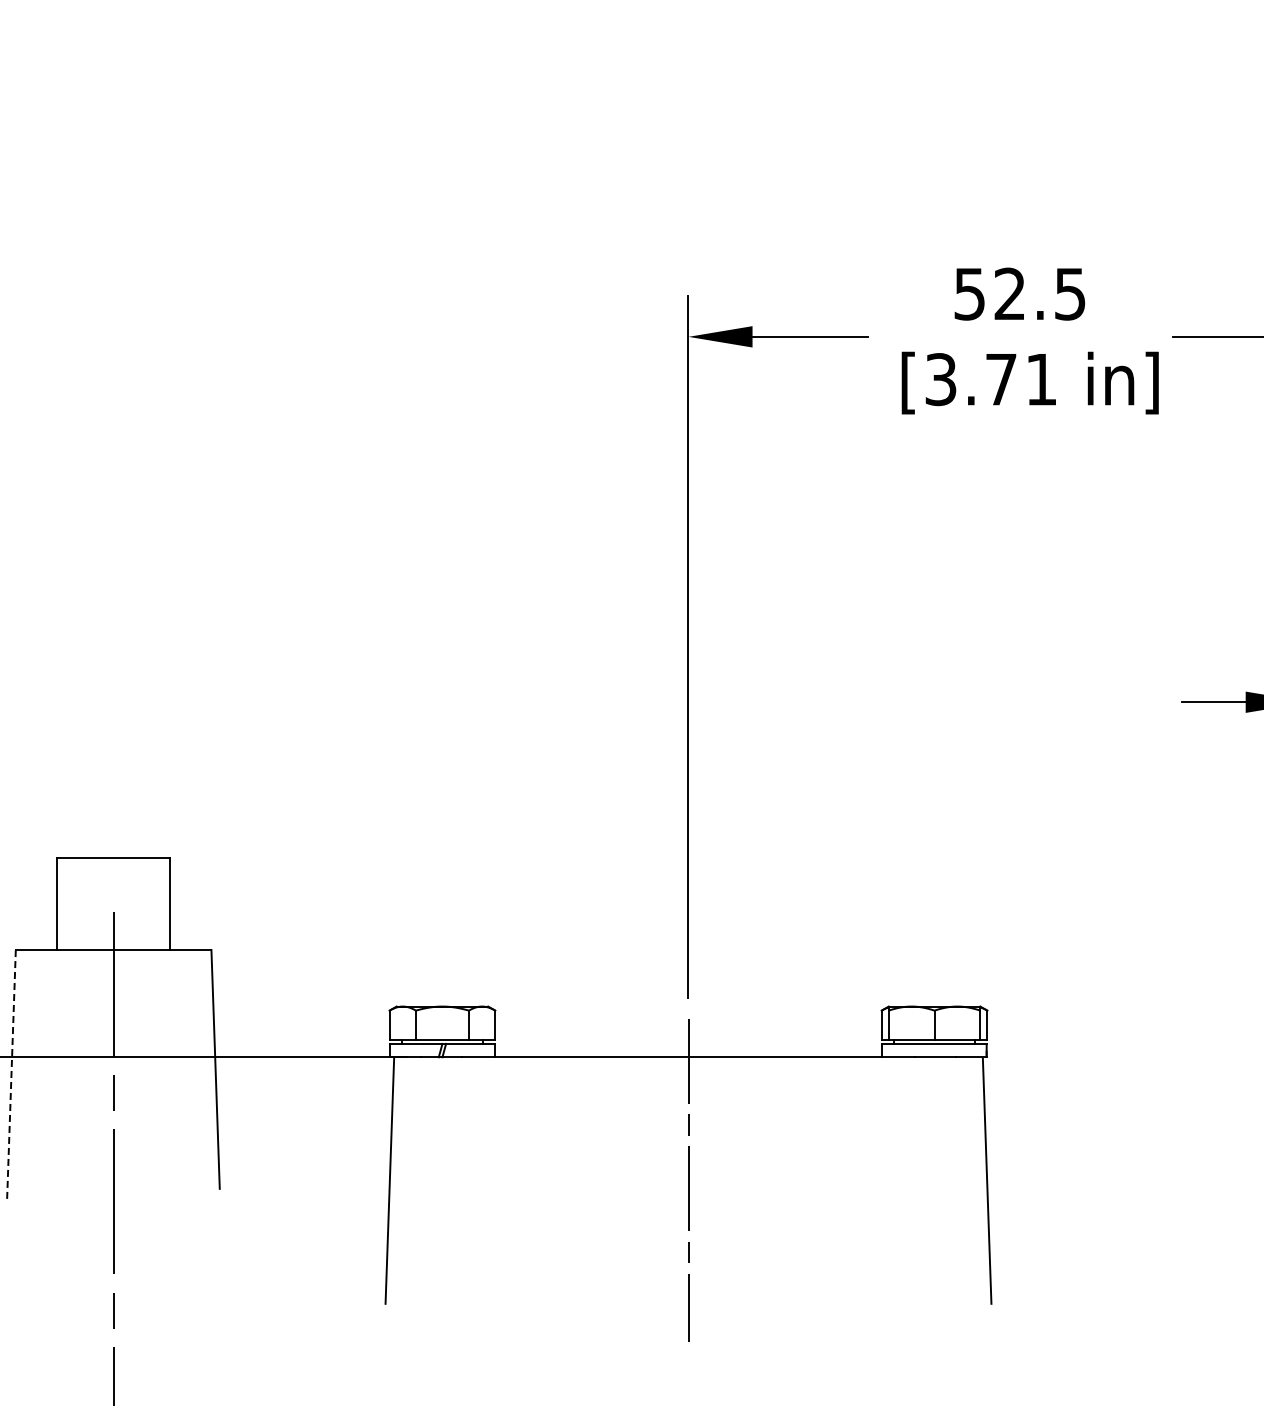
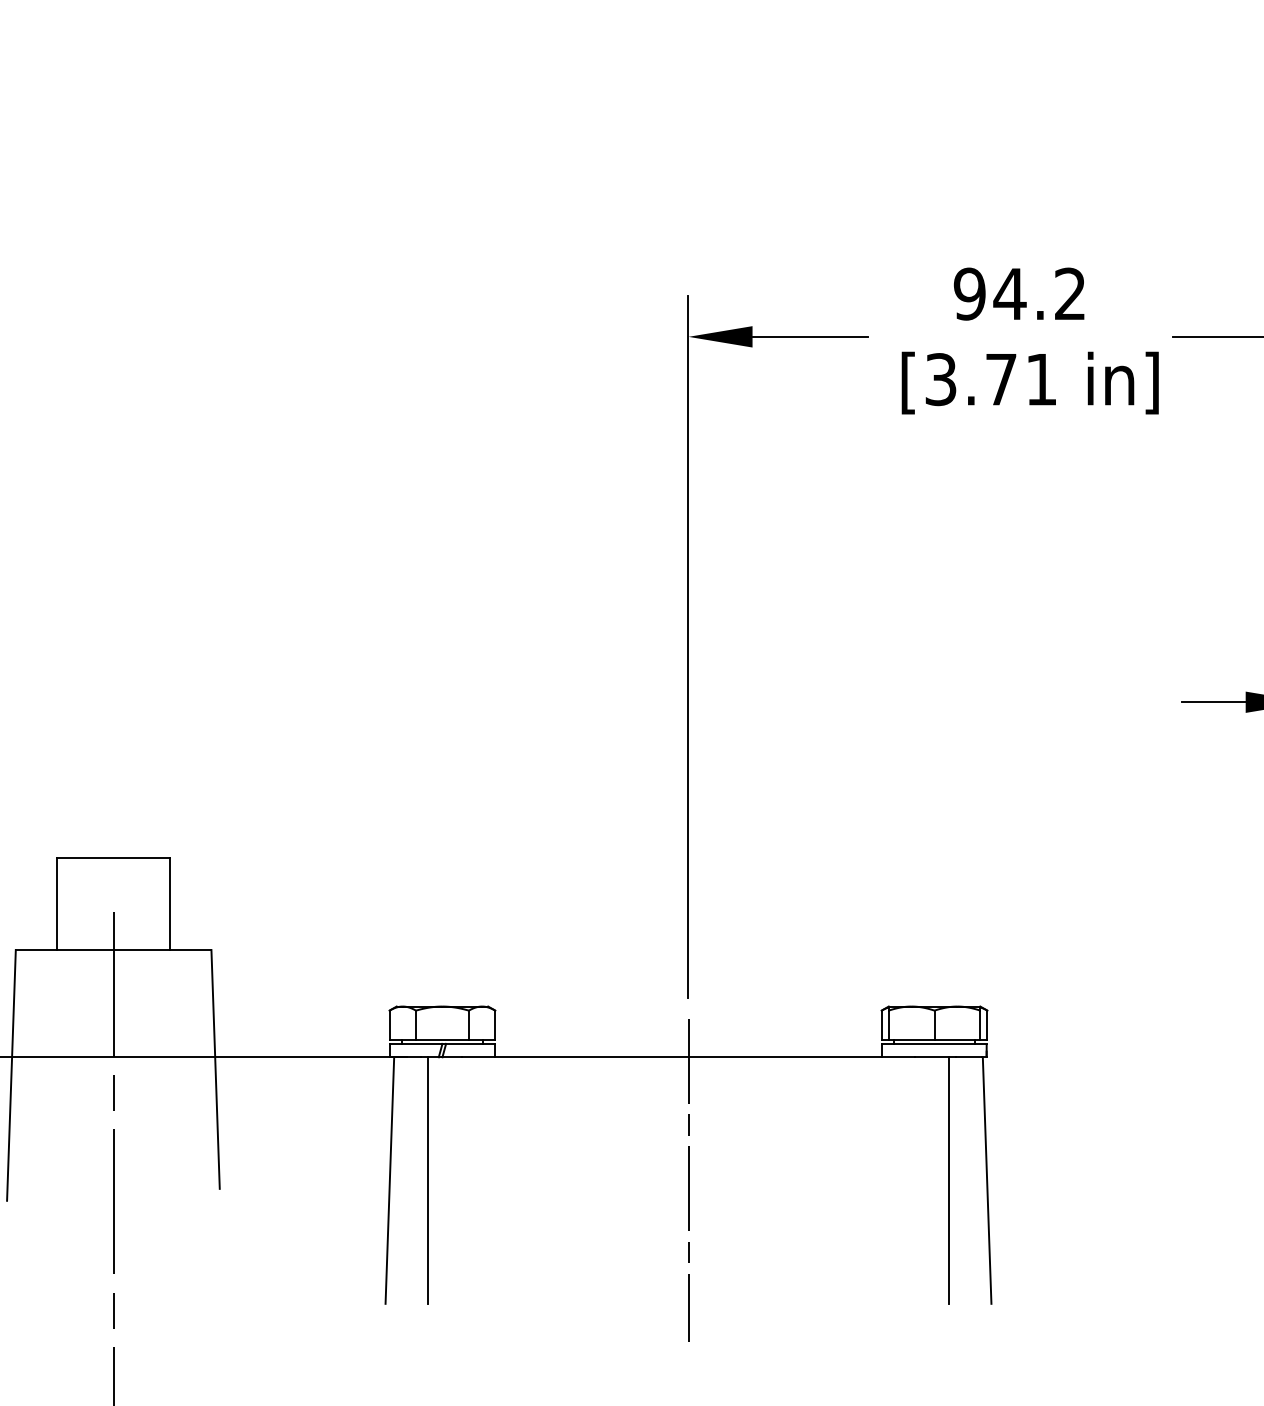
text at (1019, 293): 52.5 -> 94.2
line at (11, 1075): dashed -> solid
line at (427, 1180): none -> present
line at (949, 1180): none -> present
